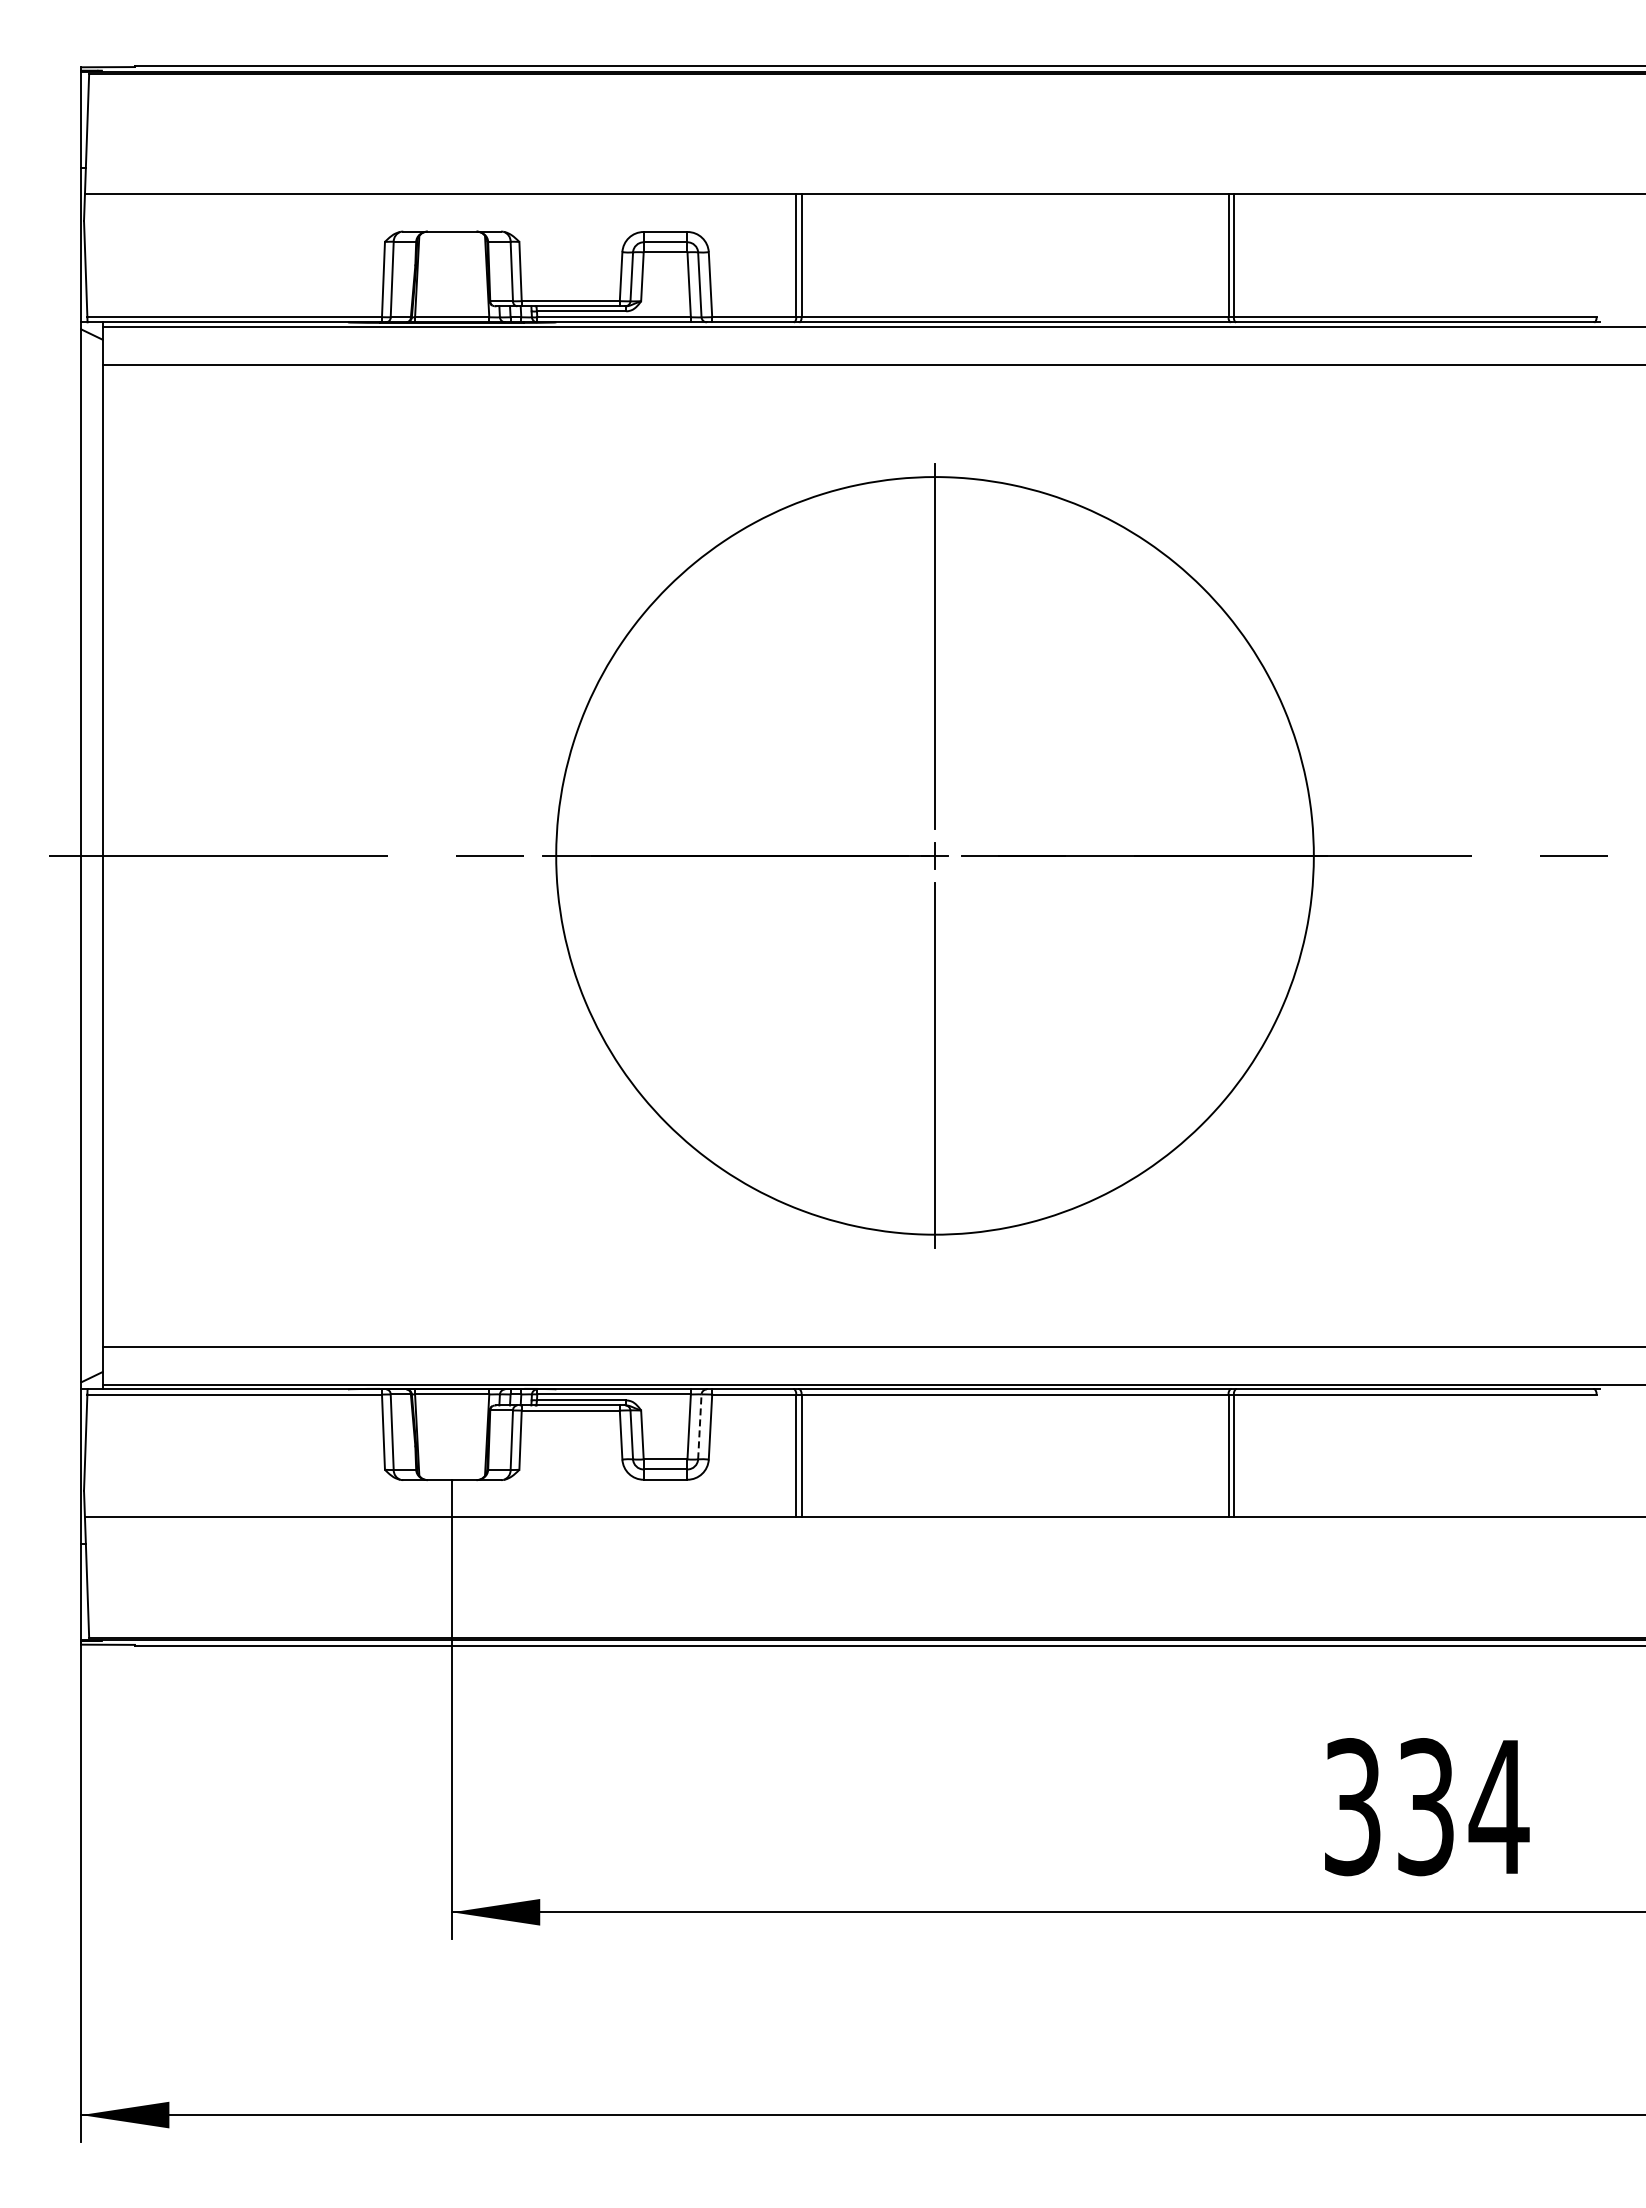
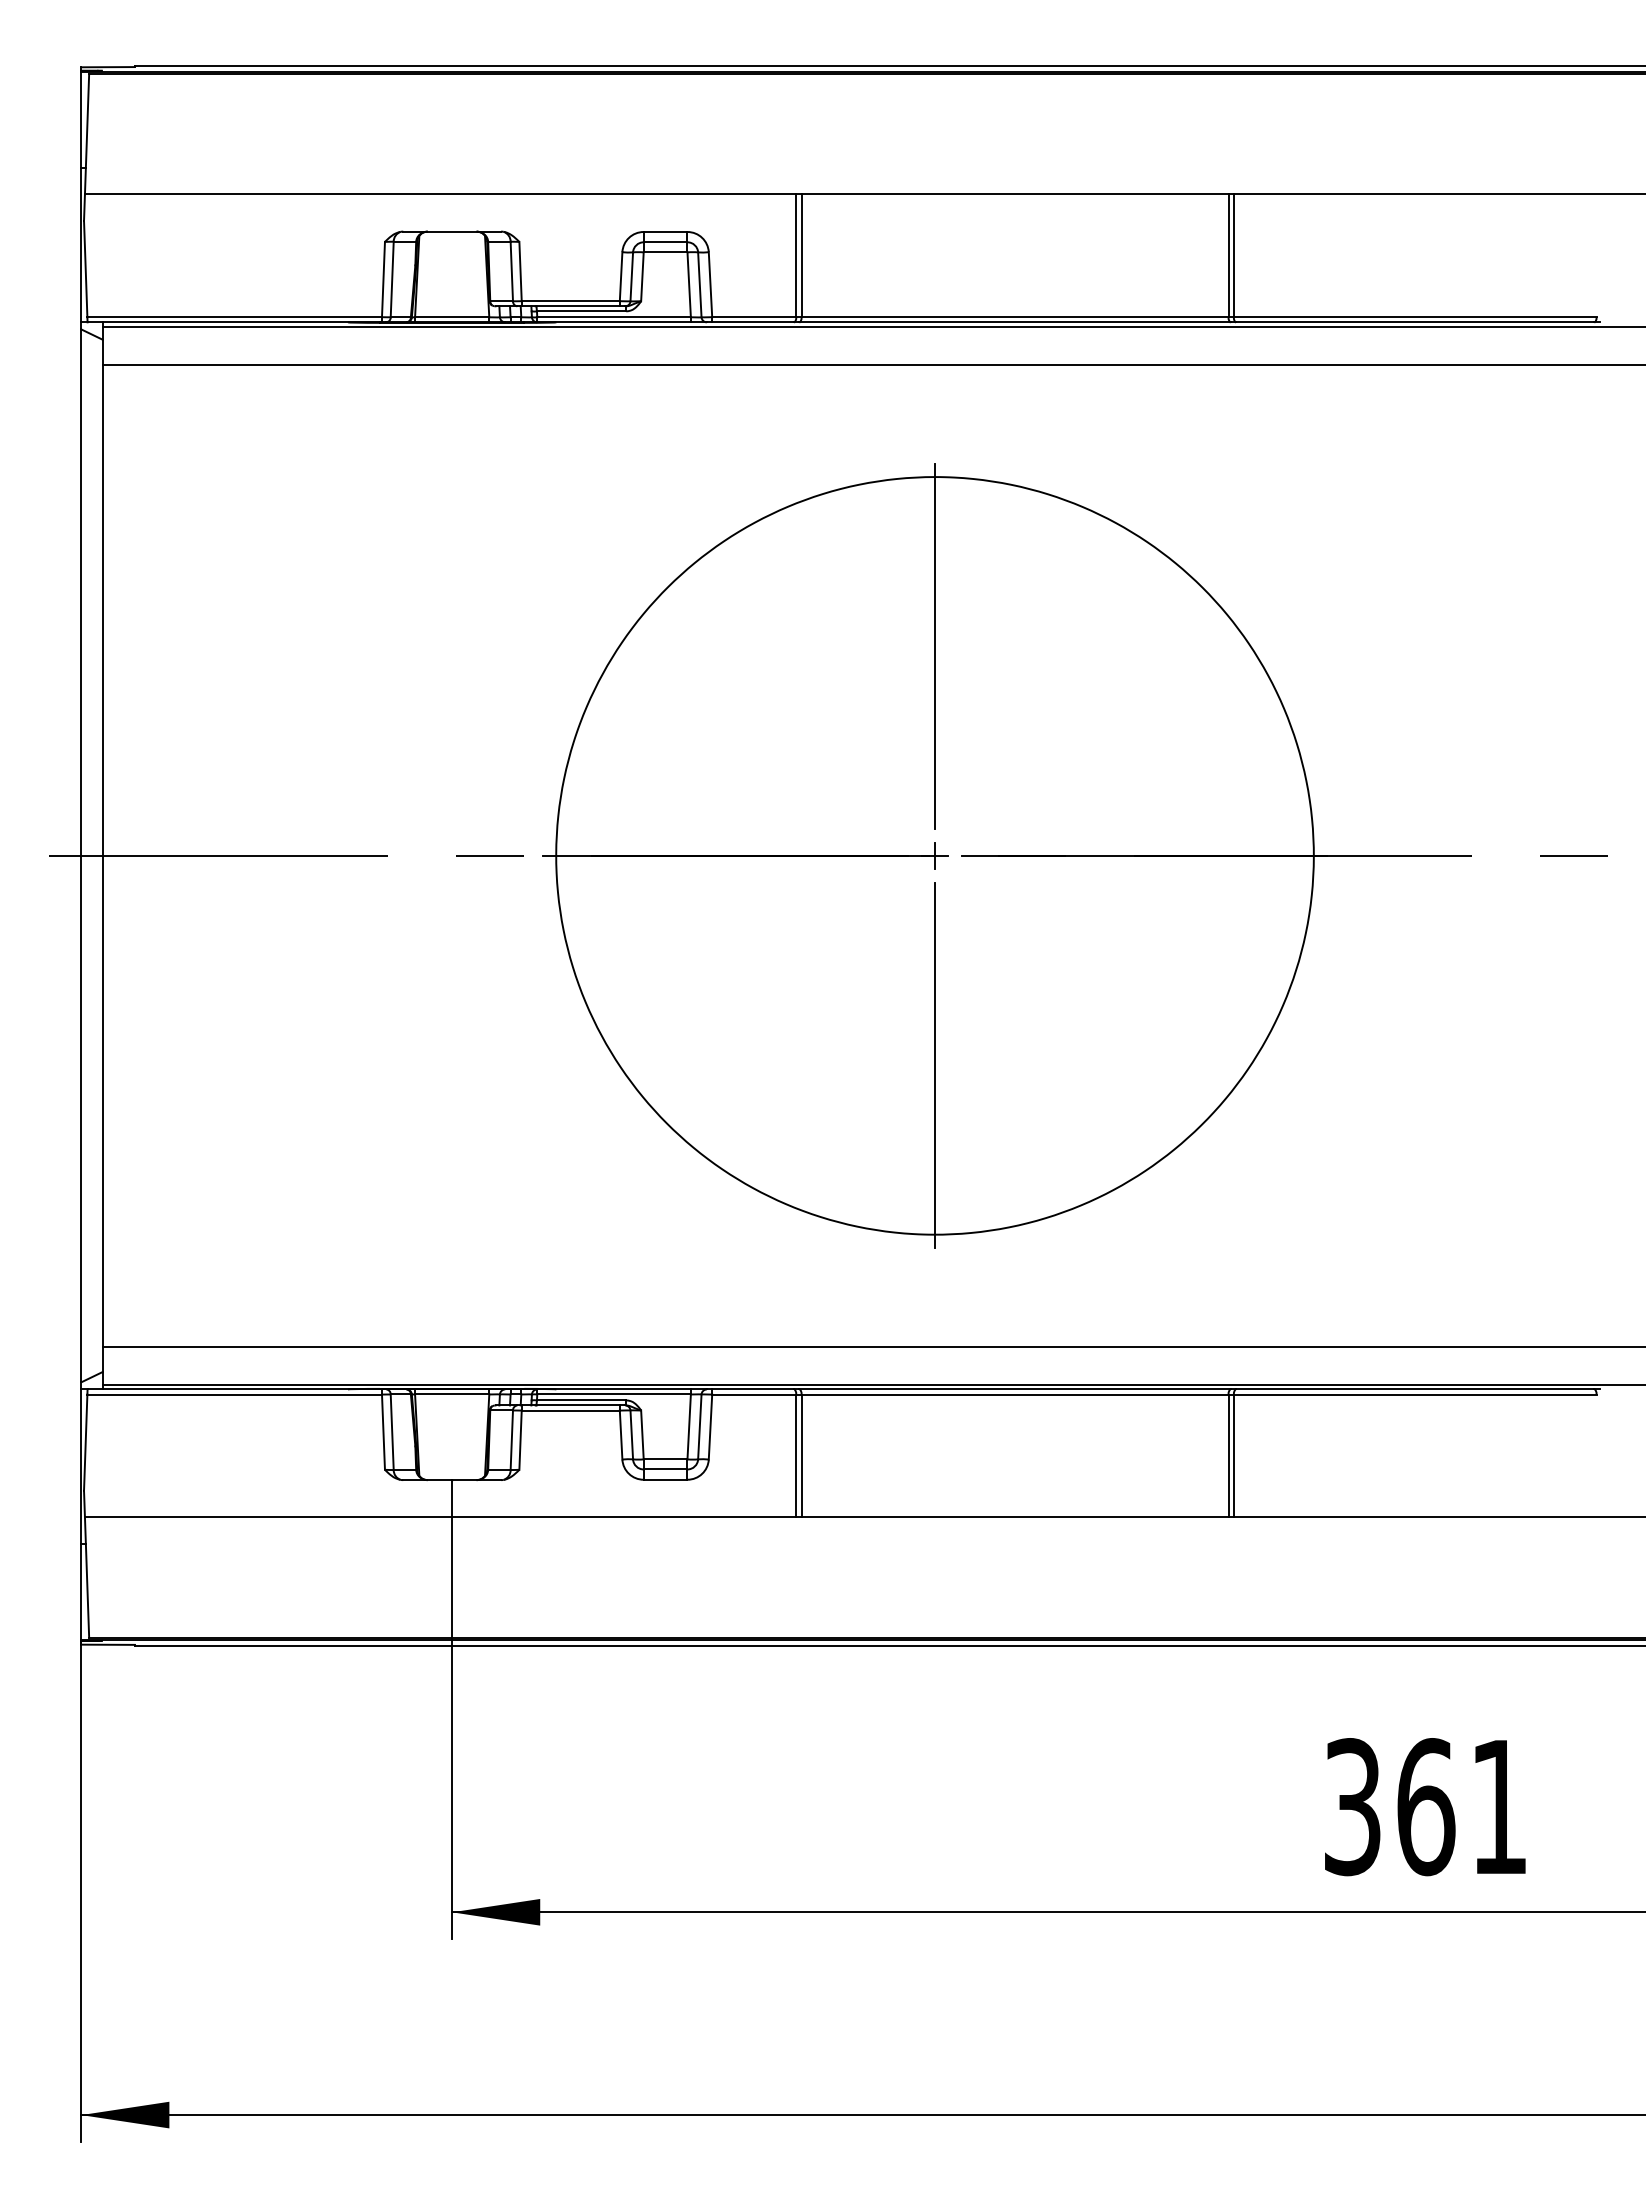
line at (699, 1426): dashed -> solid
text at (1463, 1807): 334 -> 361
